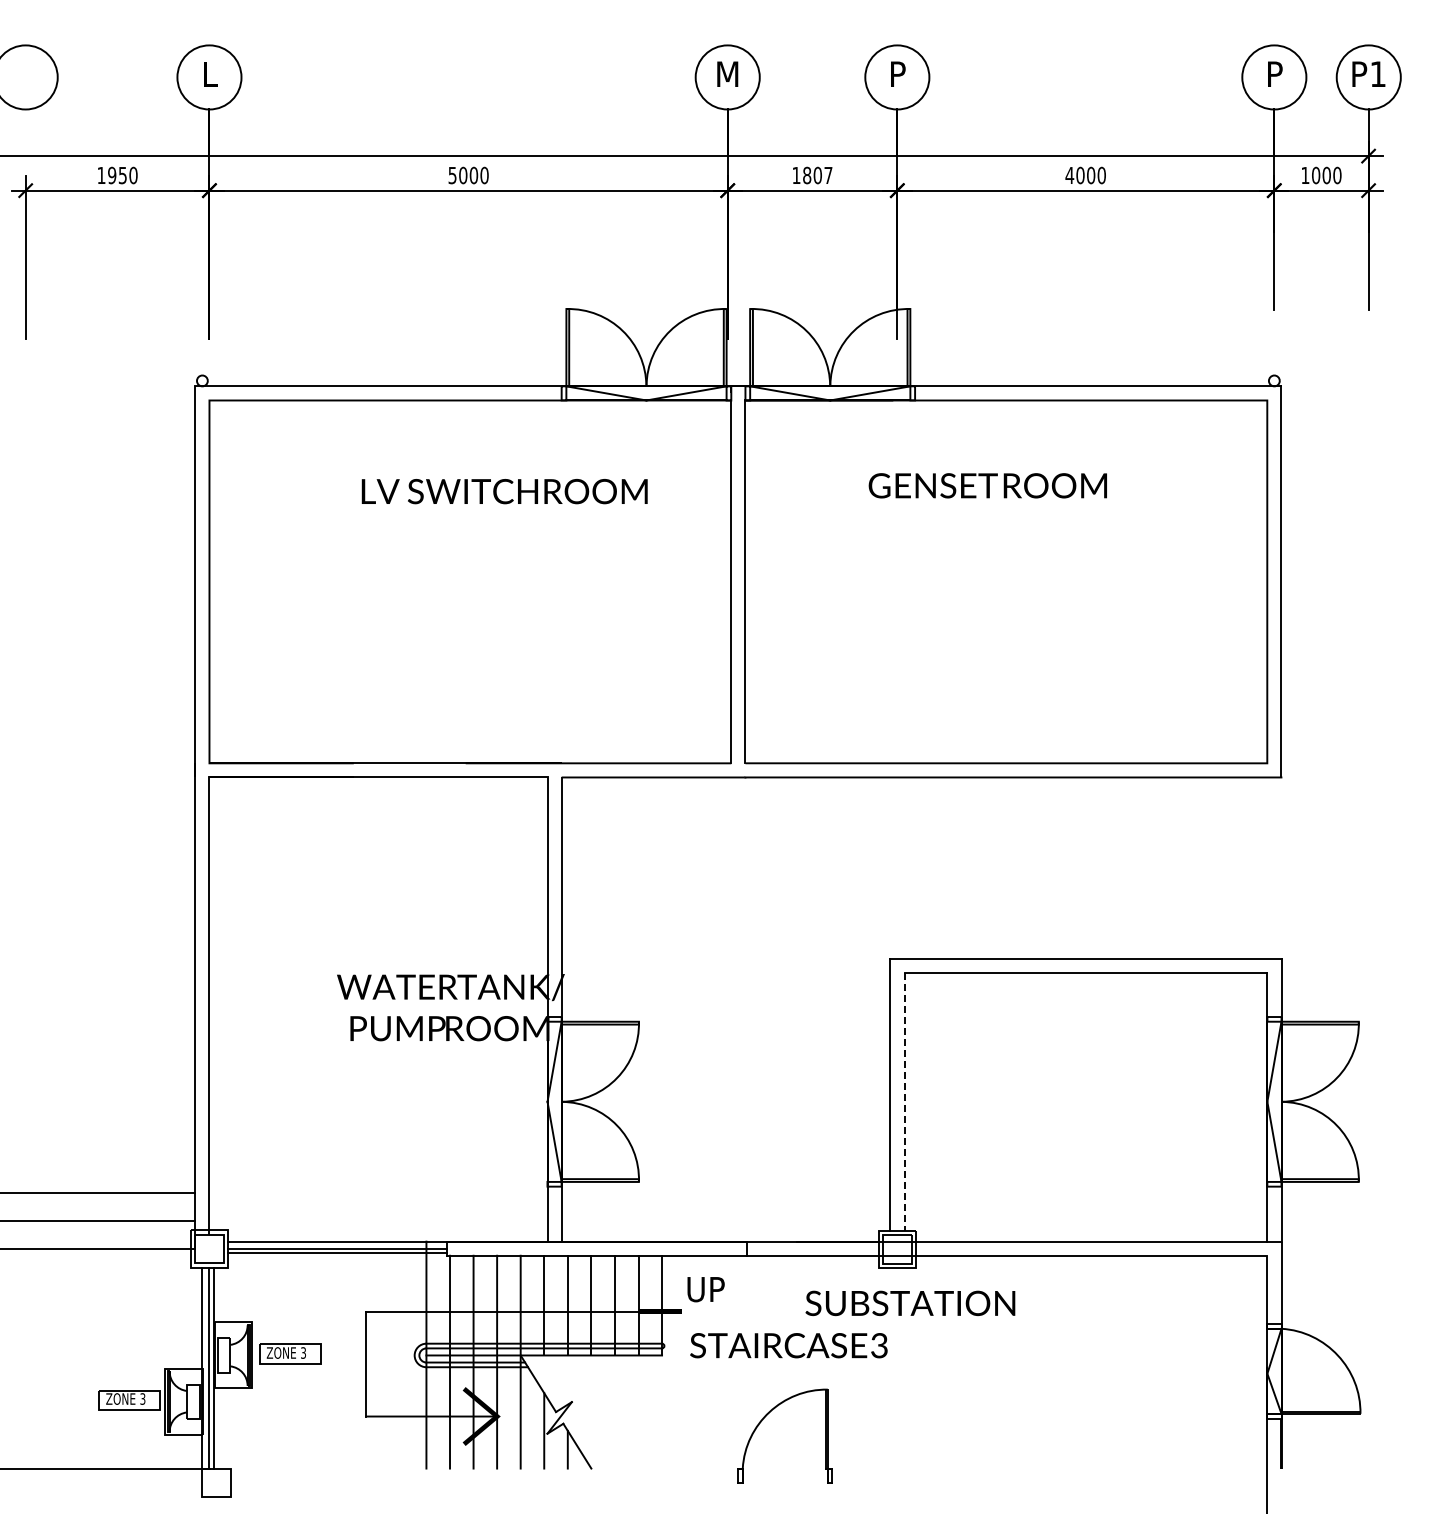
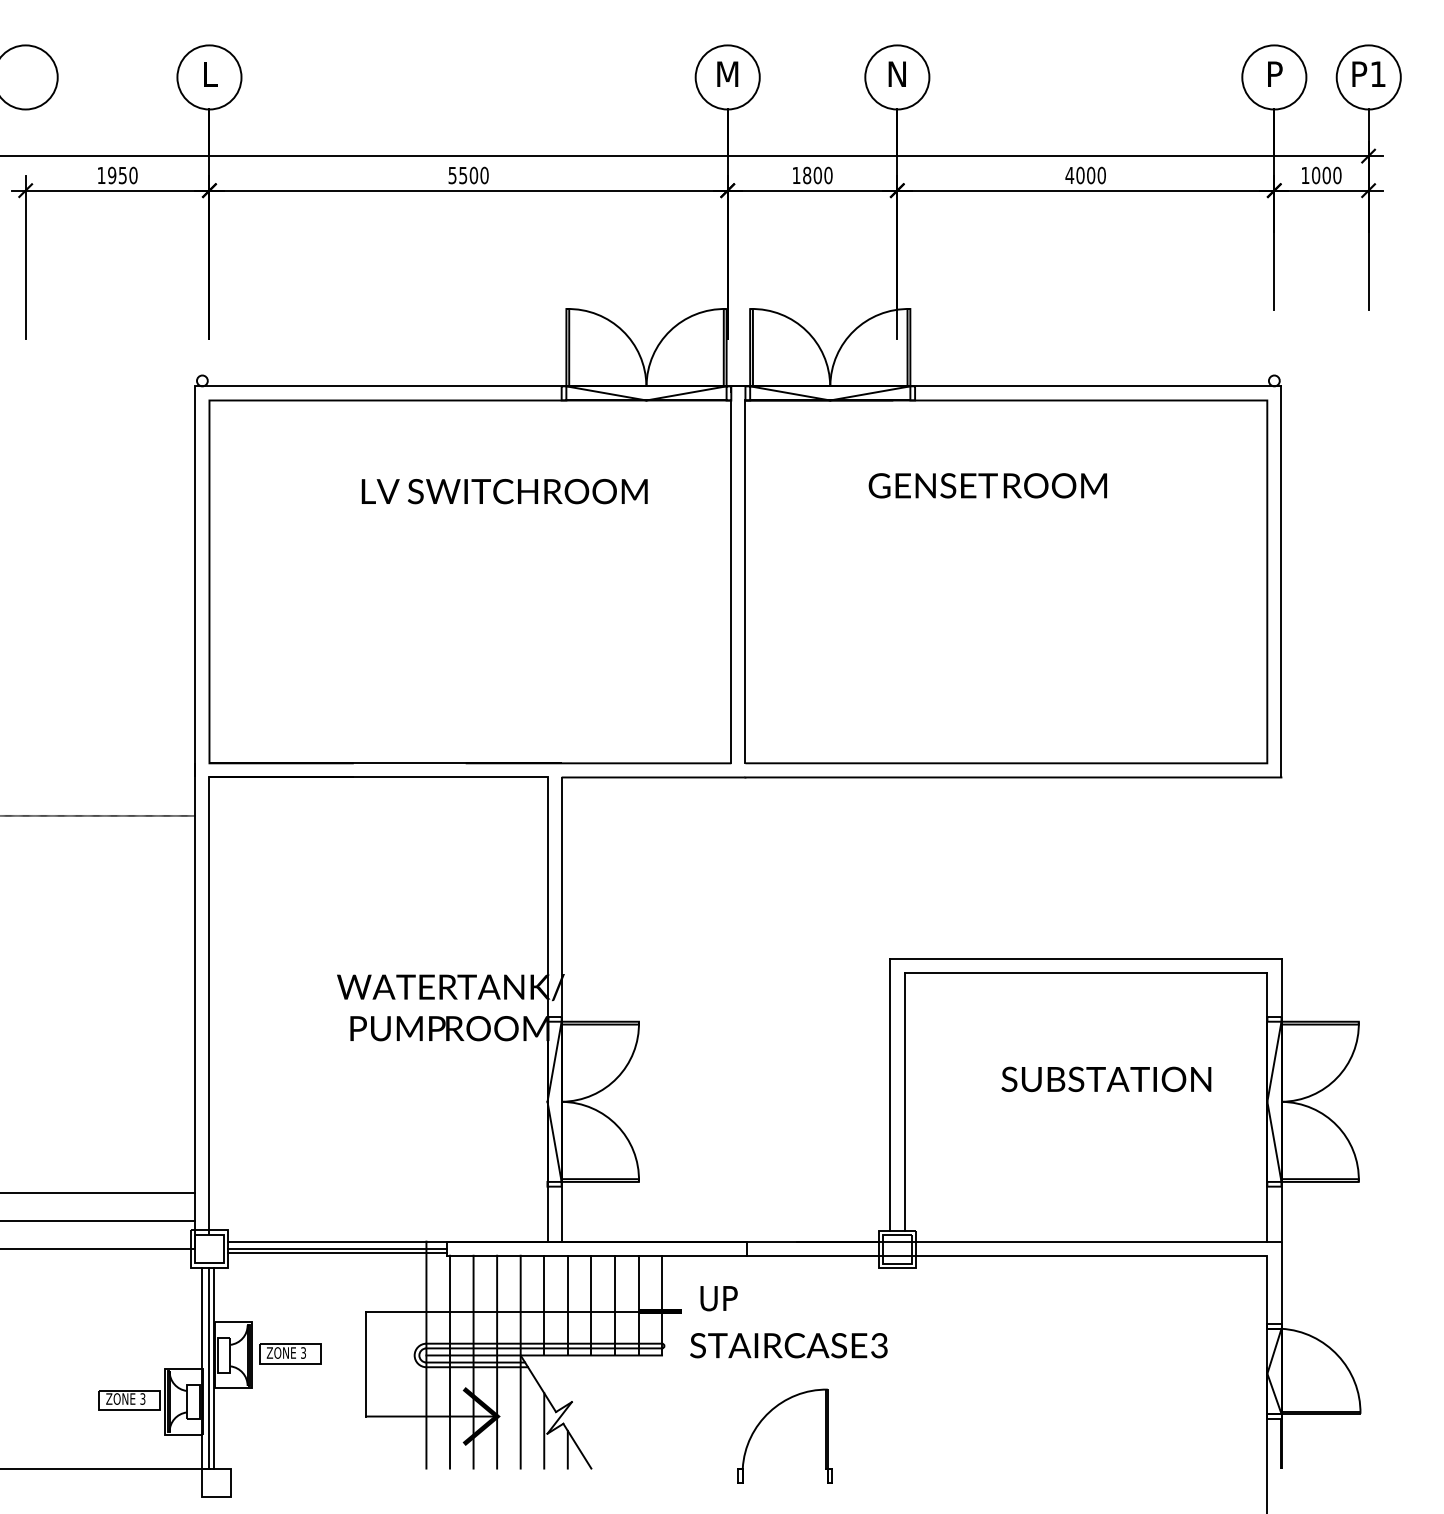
text at (896, 73): P -> N
text at (463, 175): 5000 -> 5500
text at (828, 175): 1807 -> 1800
line at (98, 815): none -> present
line at (904, 1101): dashed -> solid
text at (705, 1289) position: (705, 1289) -> (718, 1298)
text at (910, 1303) position: (910, 1303) -> (1106, 1079)
